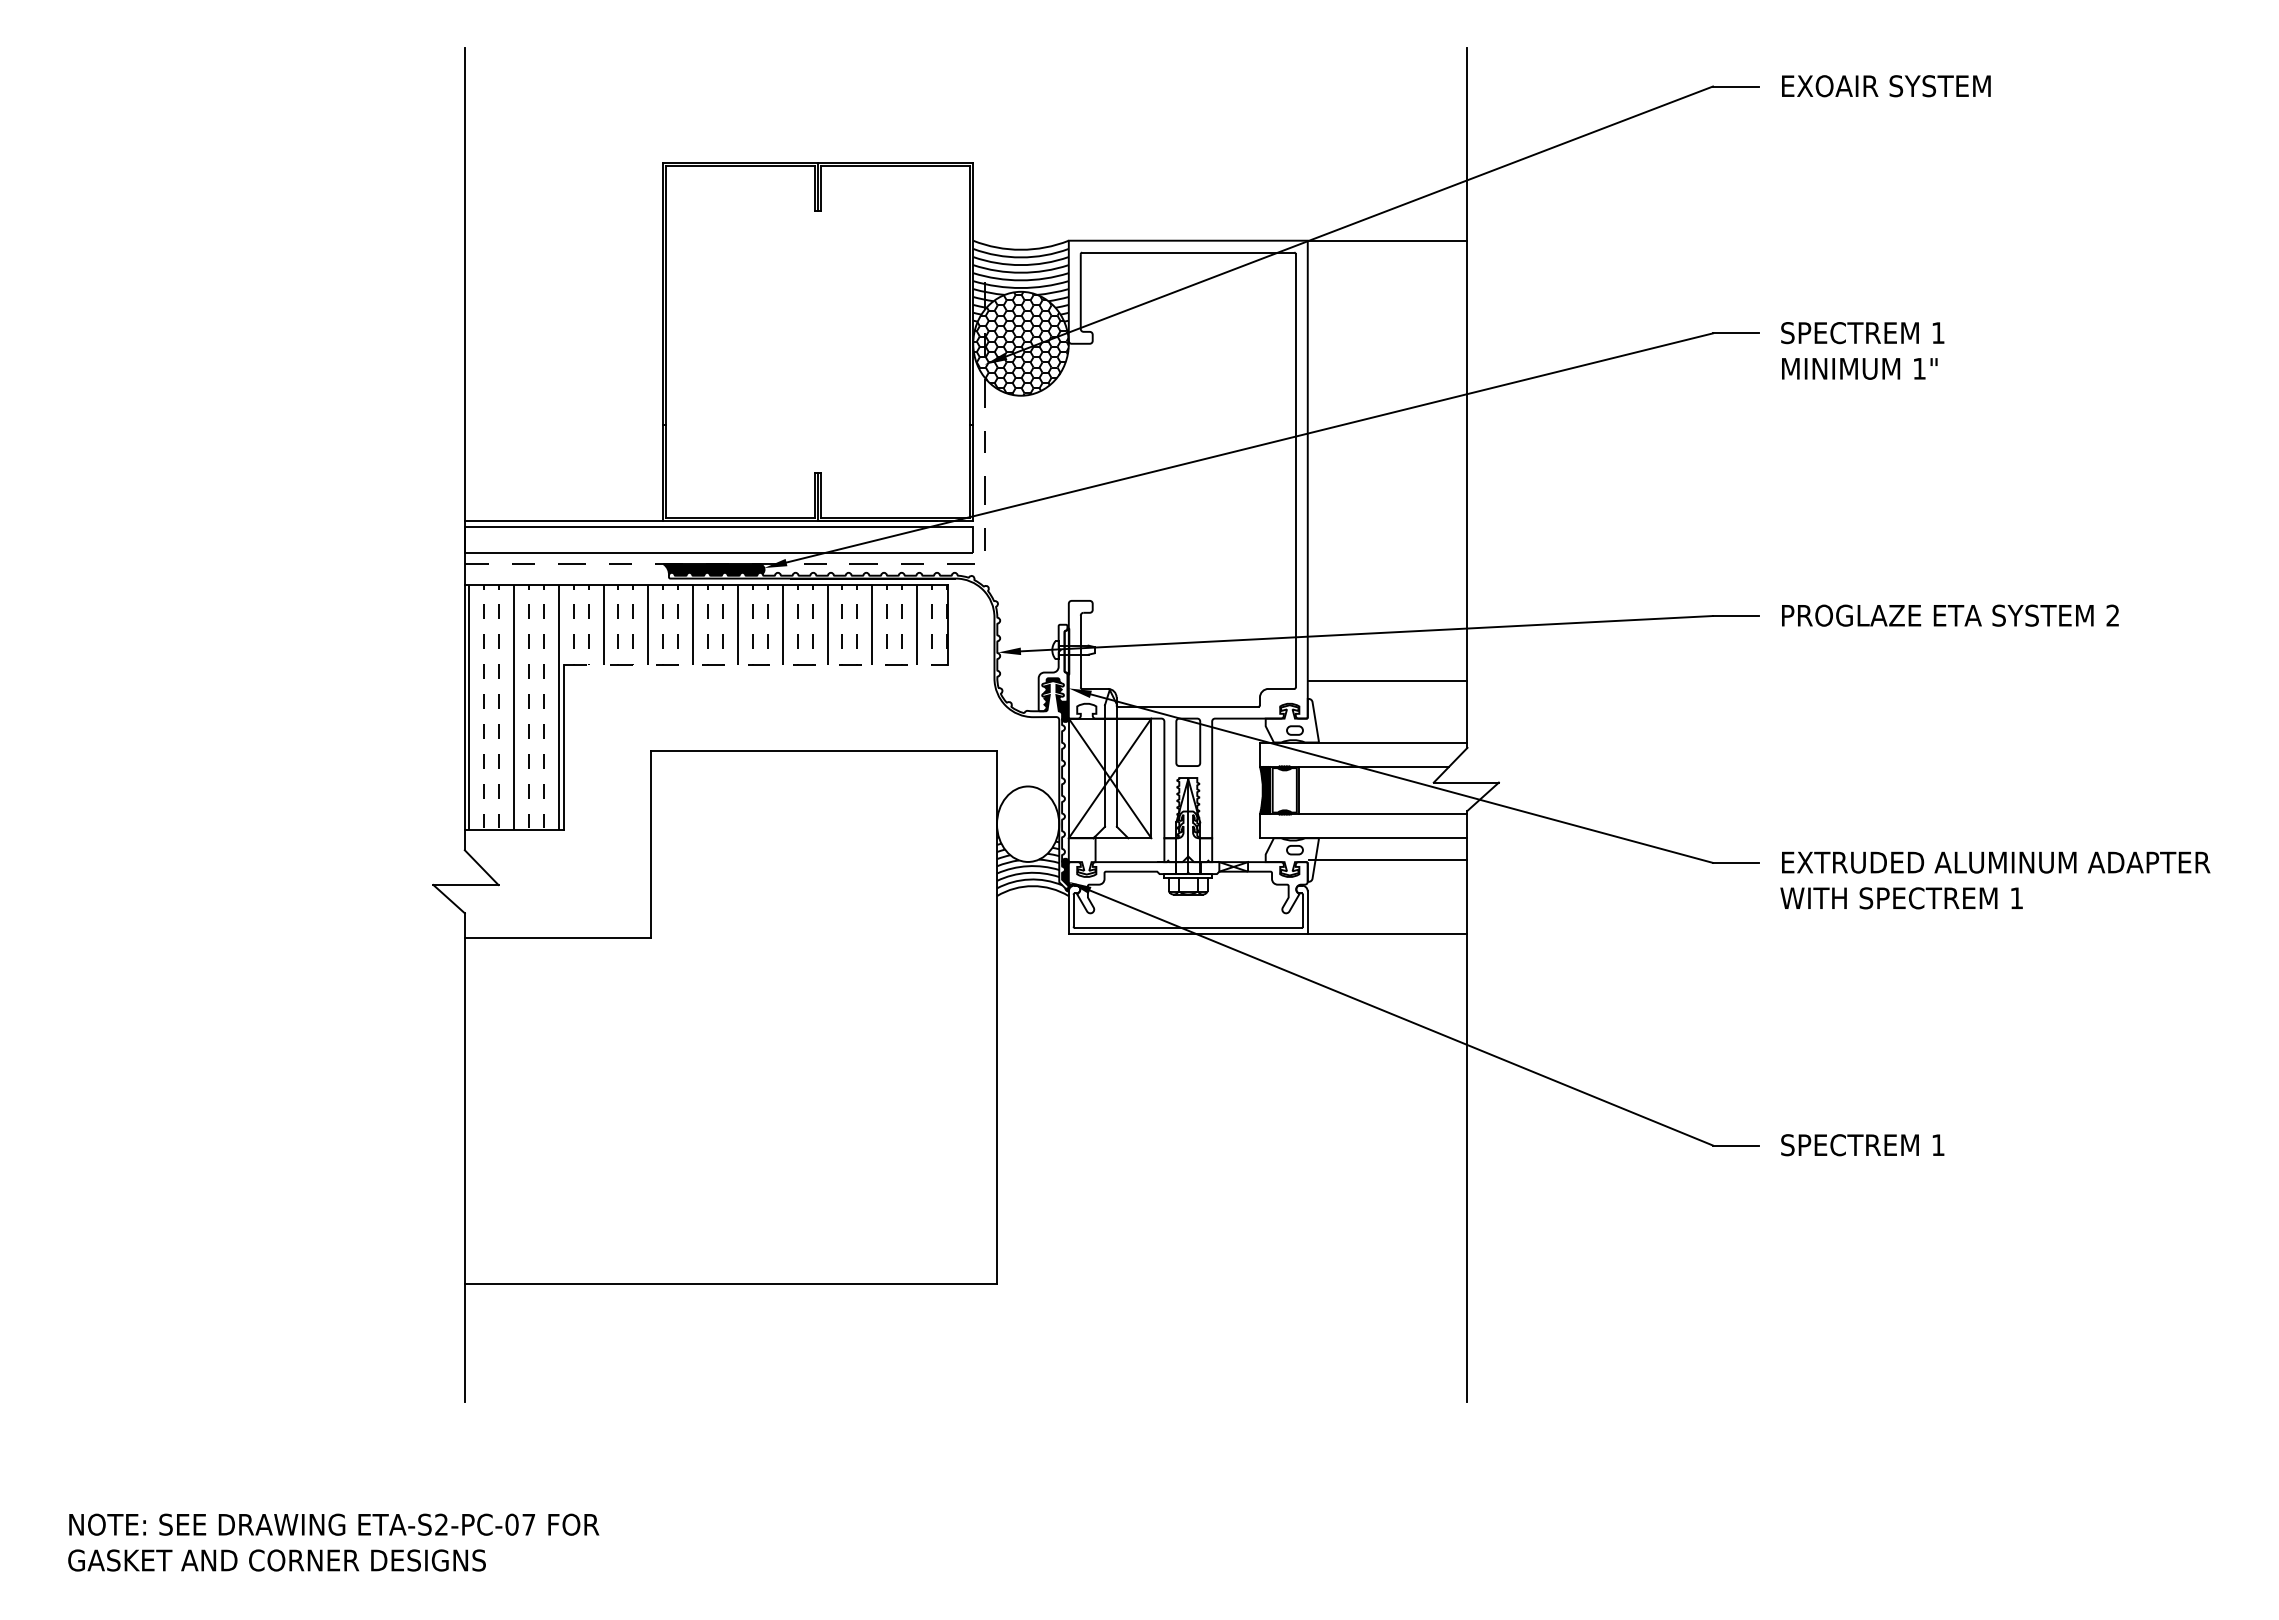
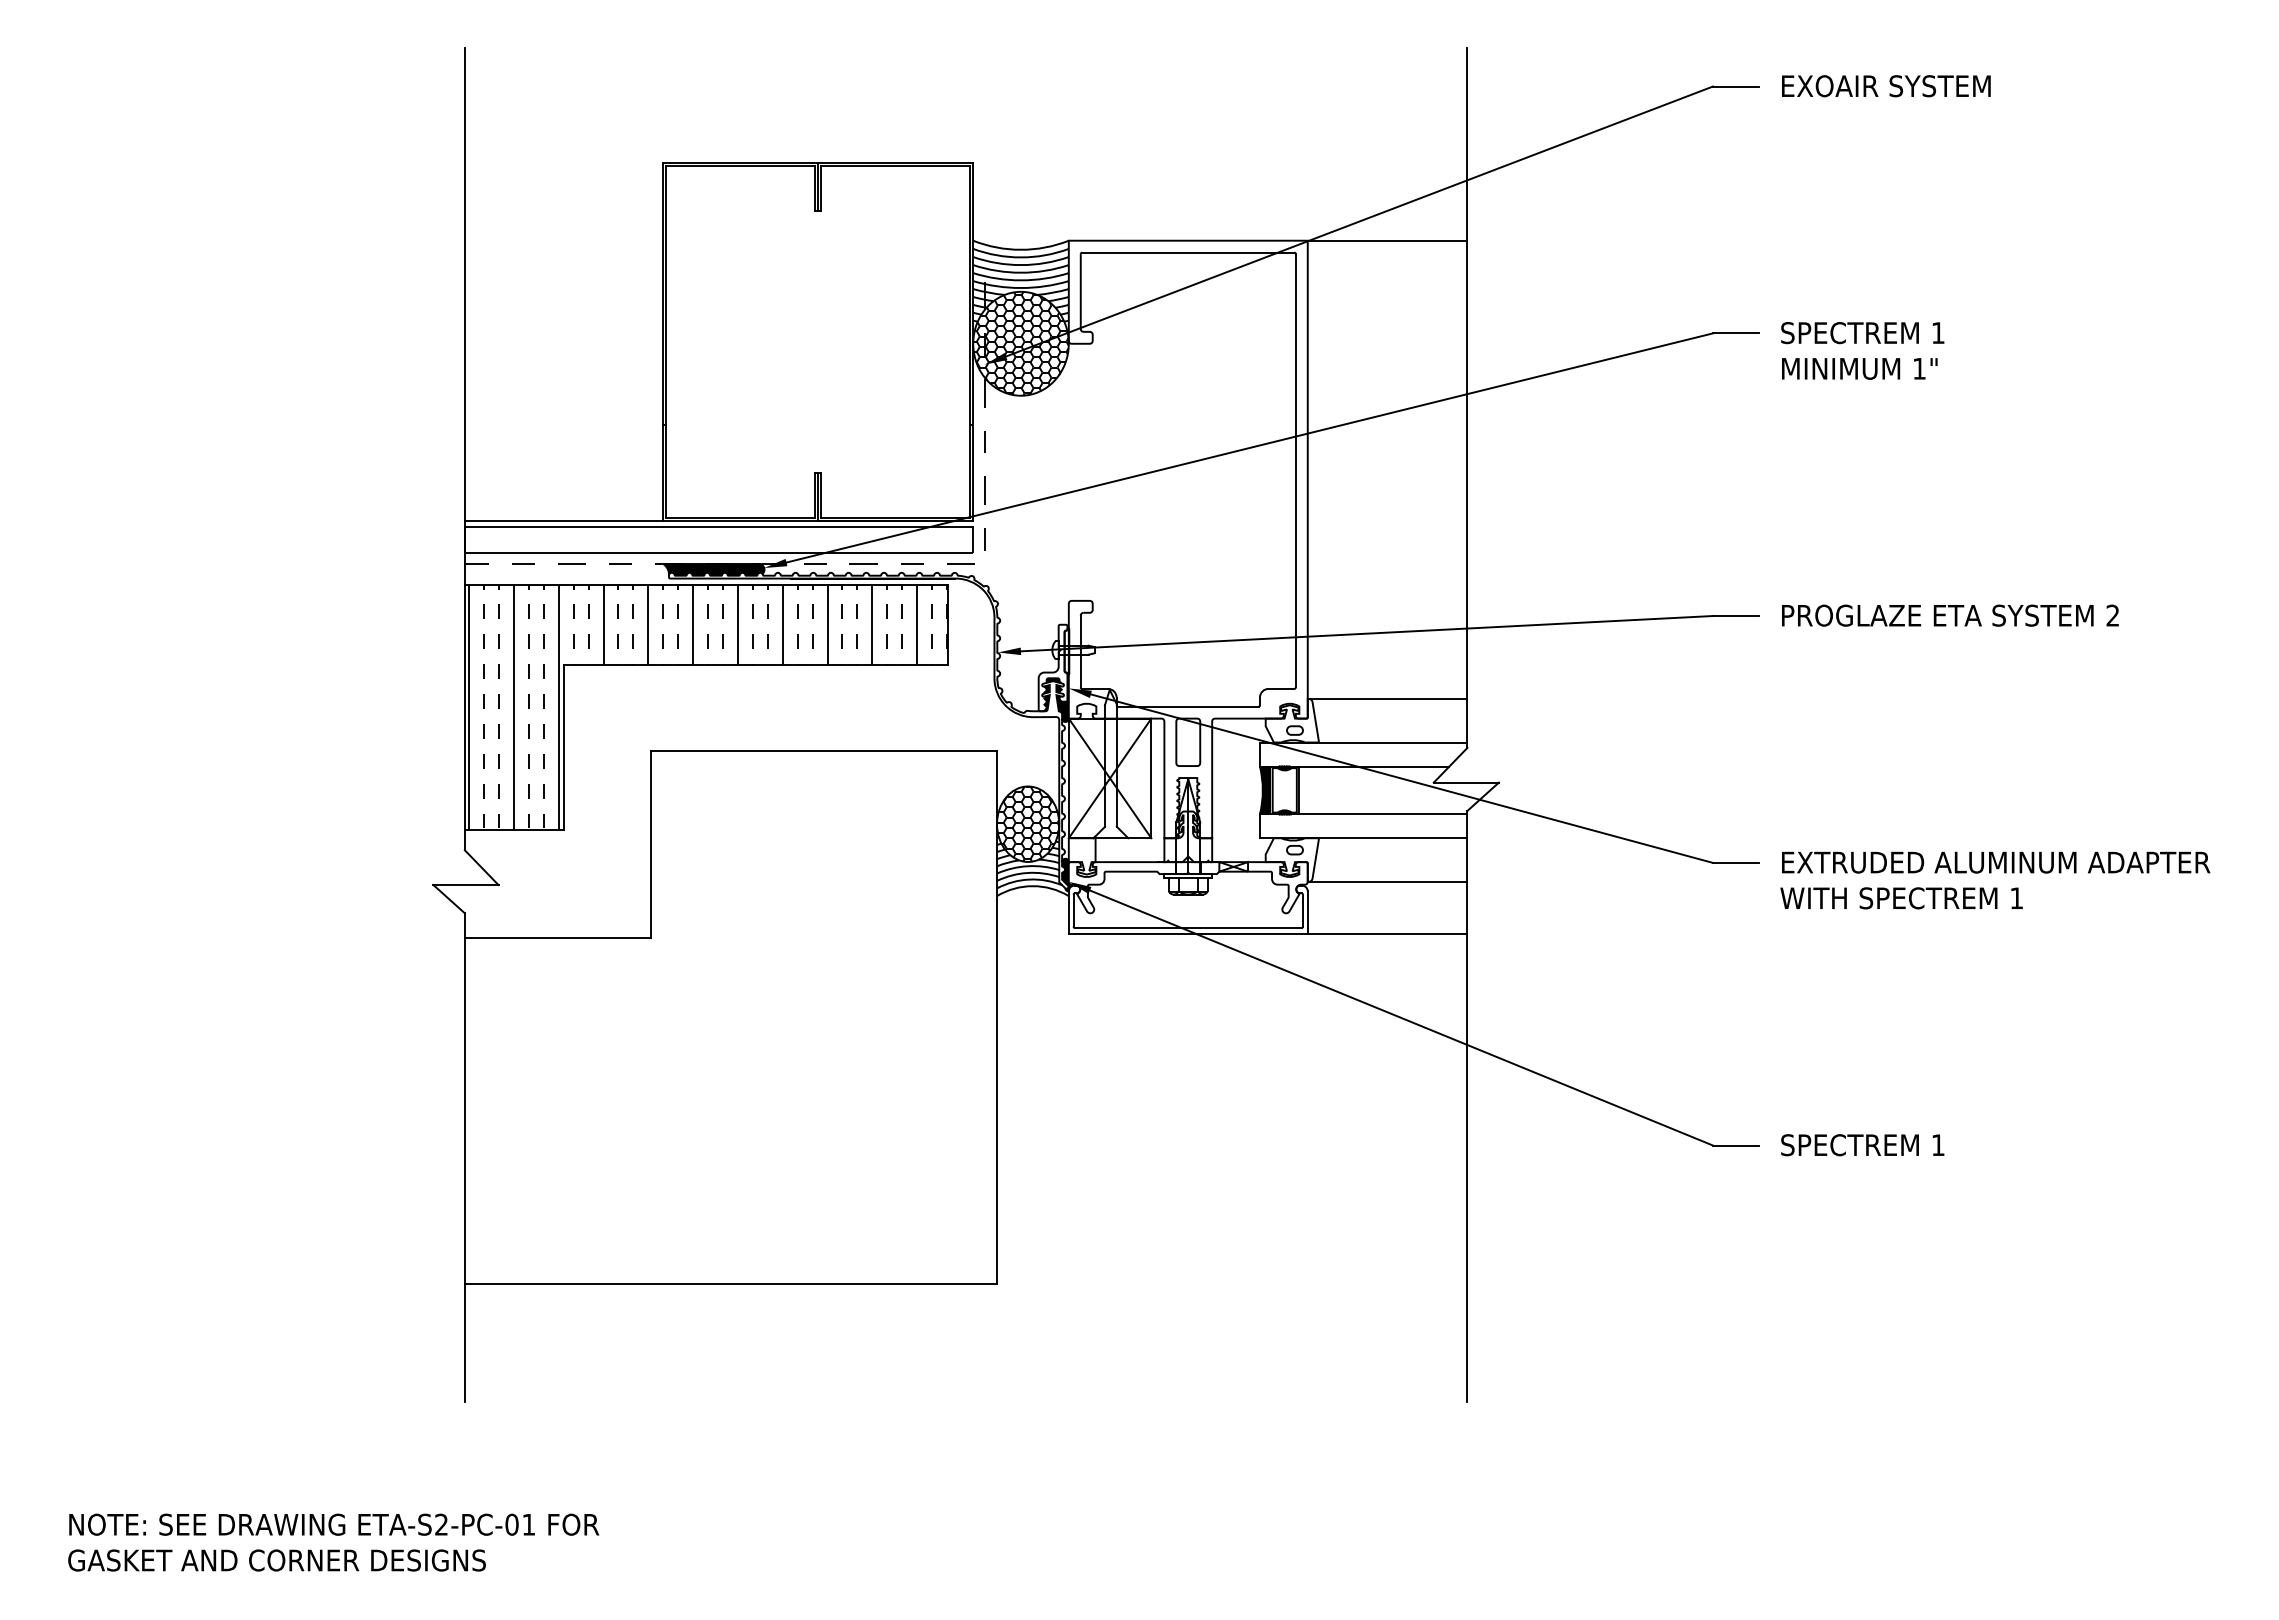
line at (756, 664): dashed -> solid
line at (1387, 680) position: (1387, 680) -> (1387, 698)
hatch at (1028, 823): none -> present
line at (1387, 859) position: (1387, 859) -> (1387, 881)
text at (528, 1524): ETA-S2-PC-07 -> ETA-S2-PC-01
